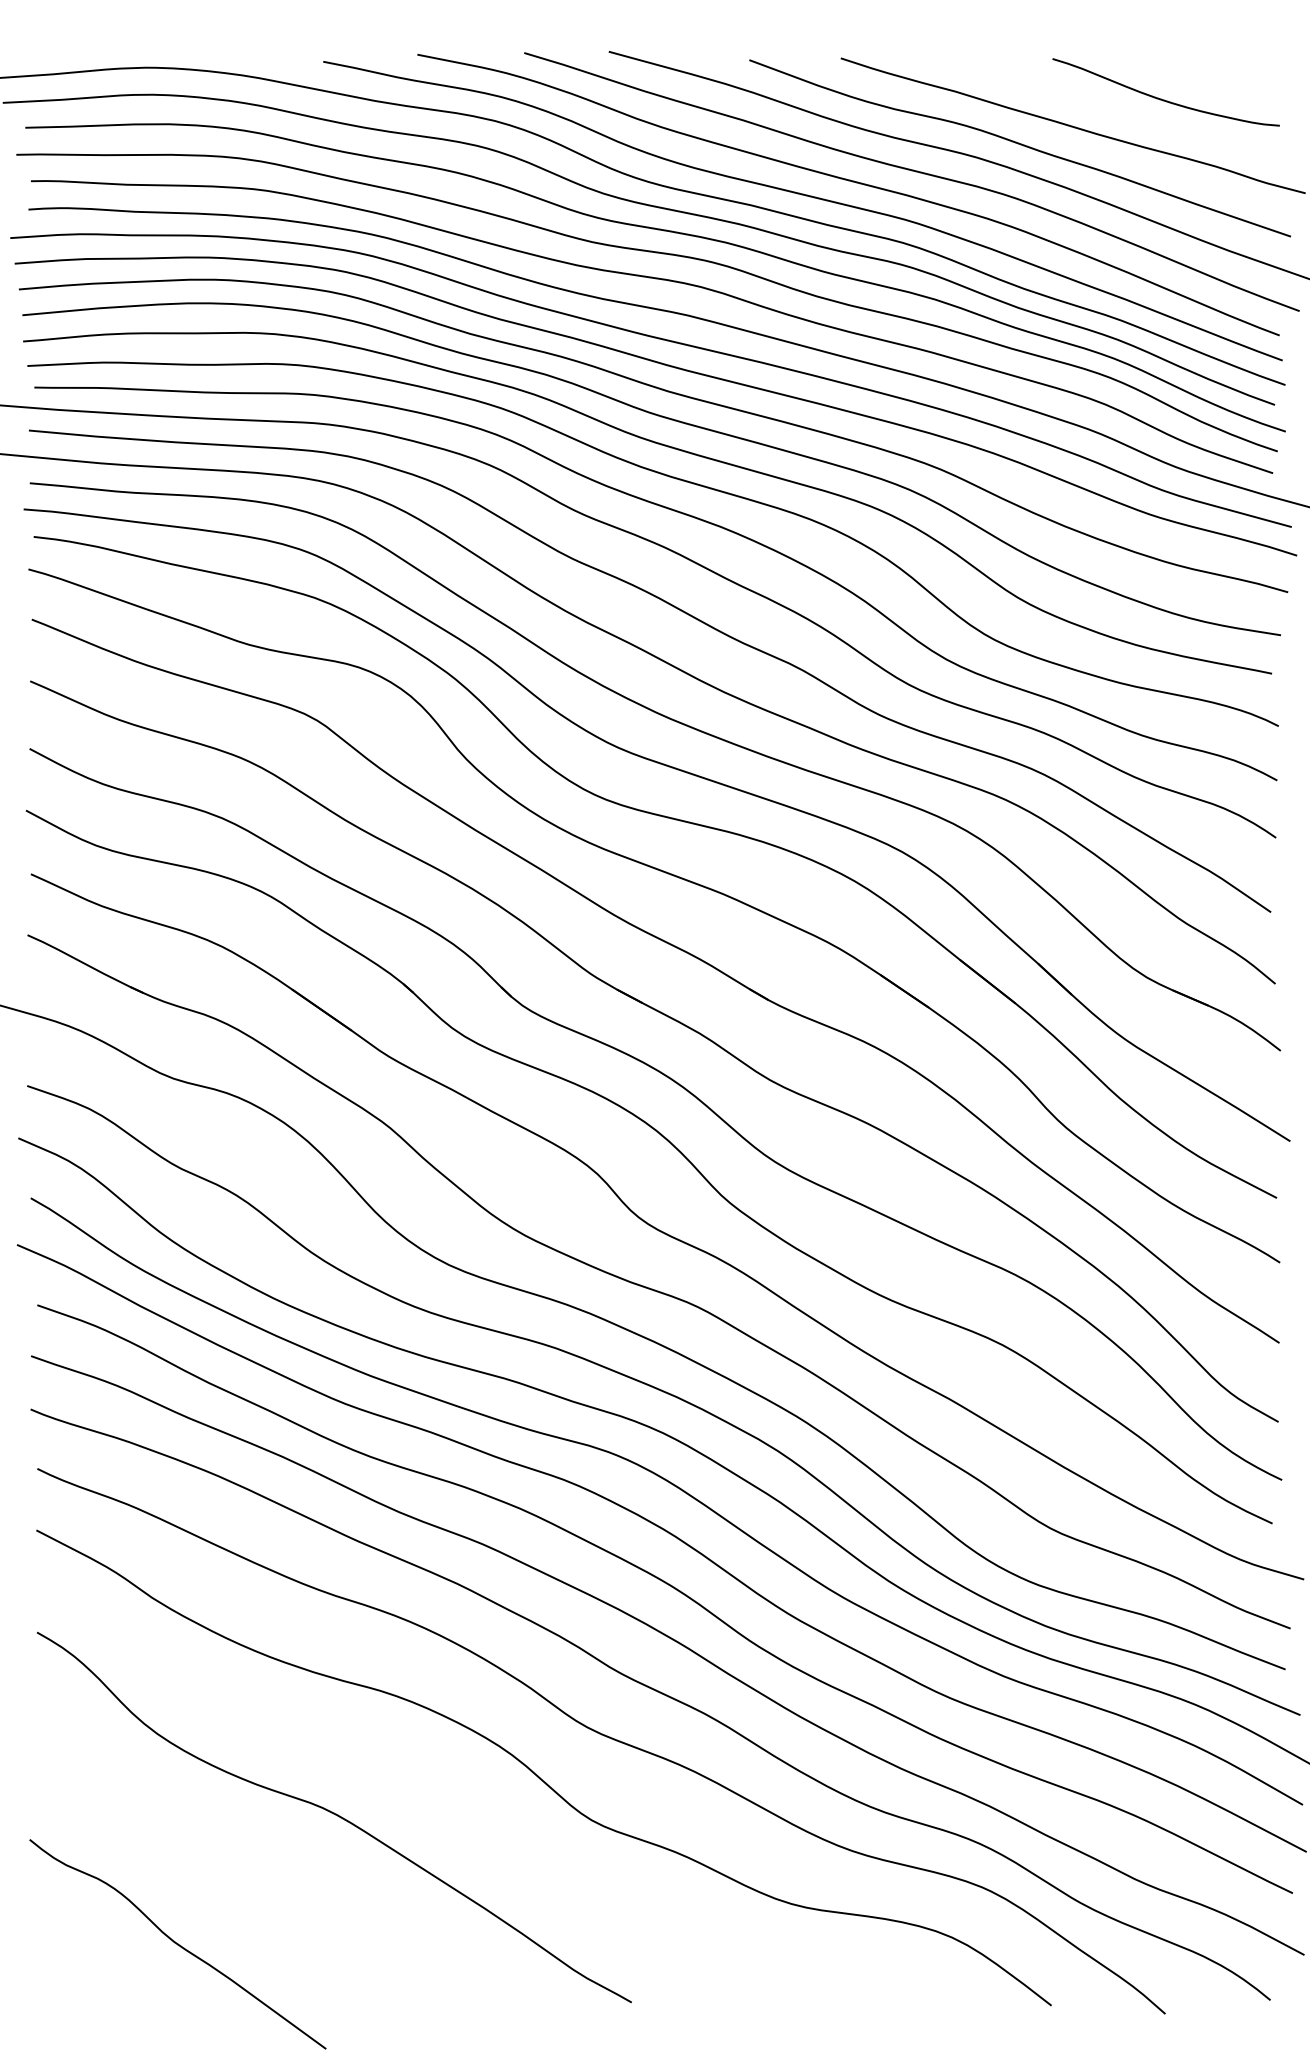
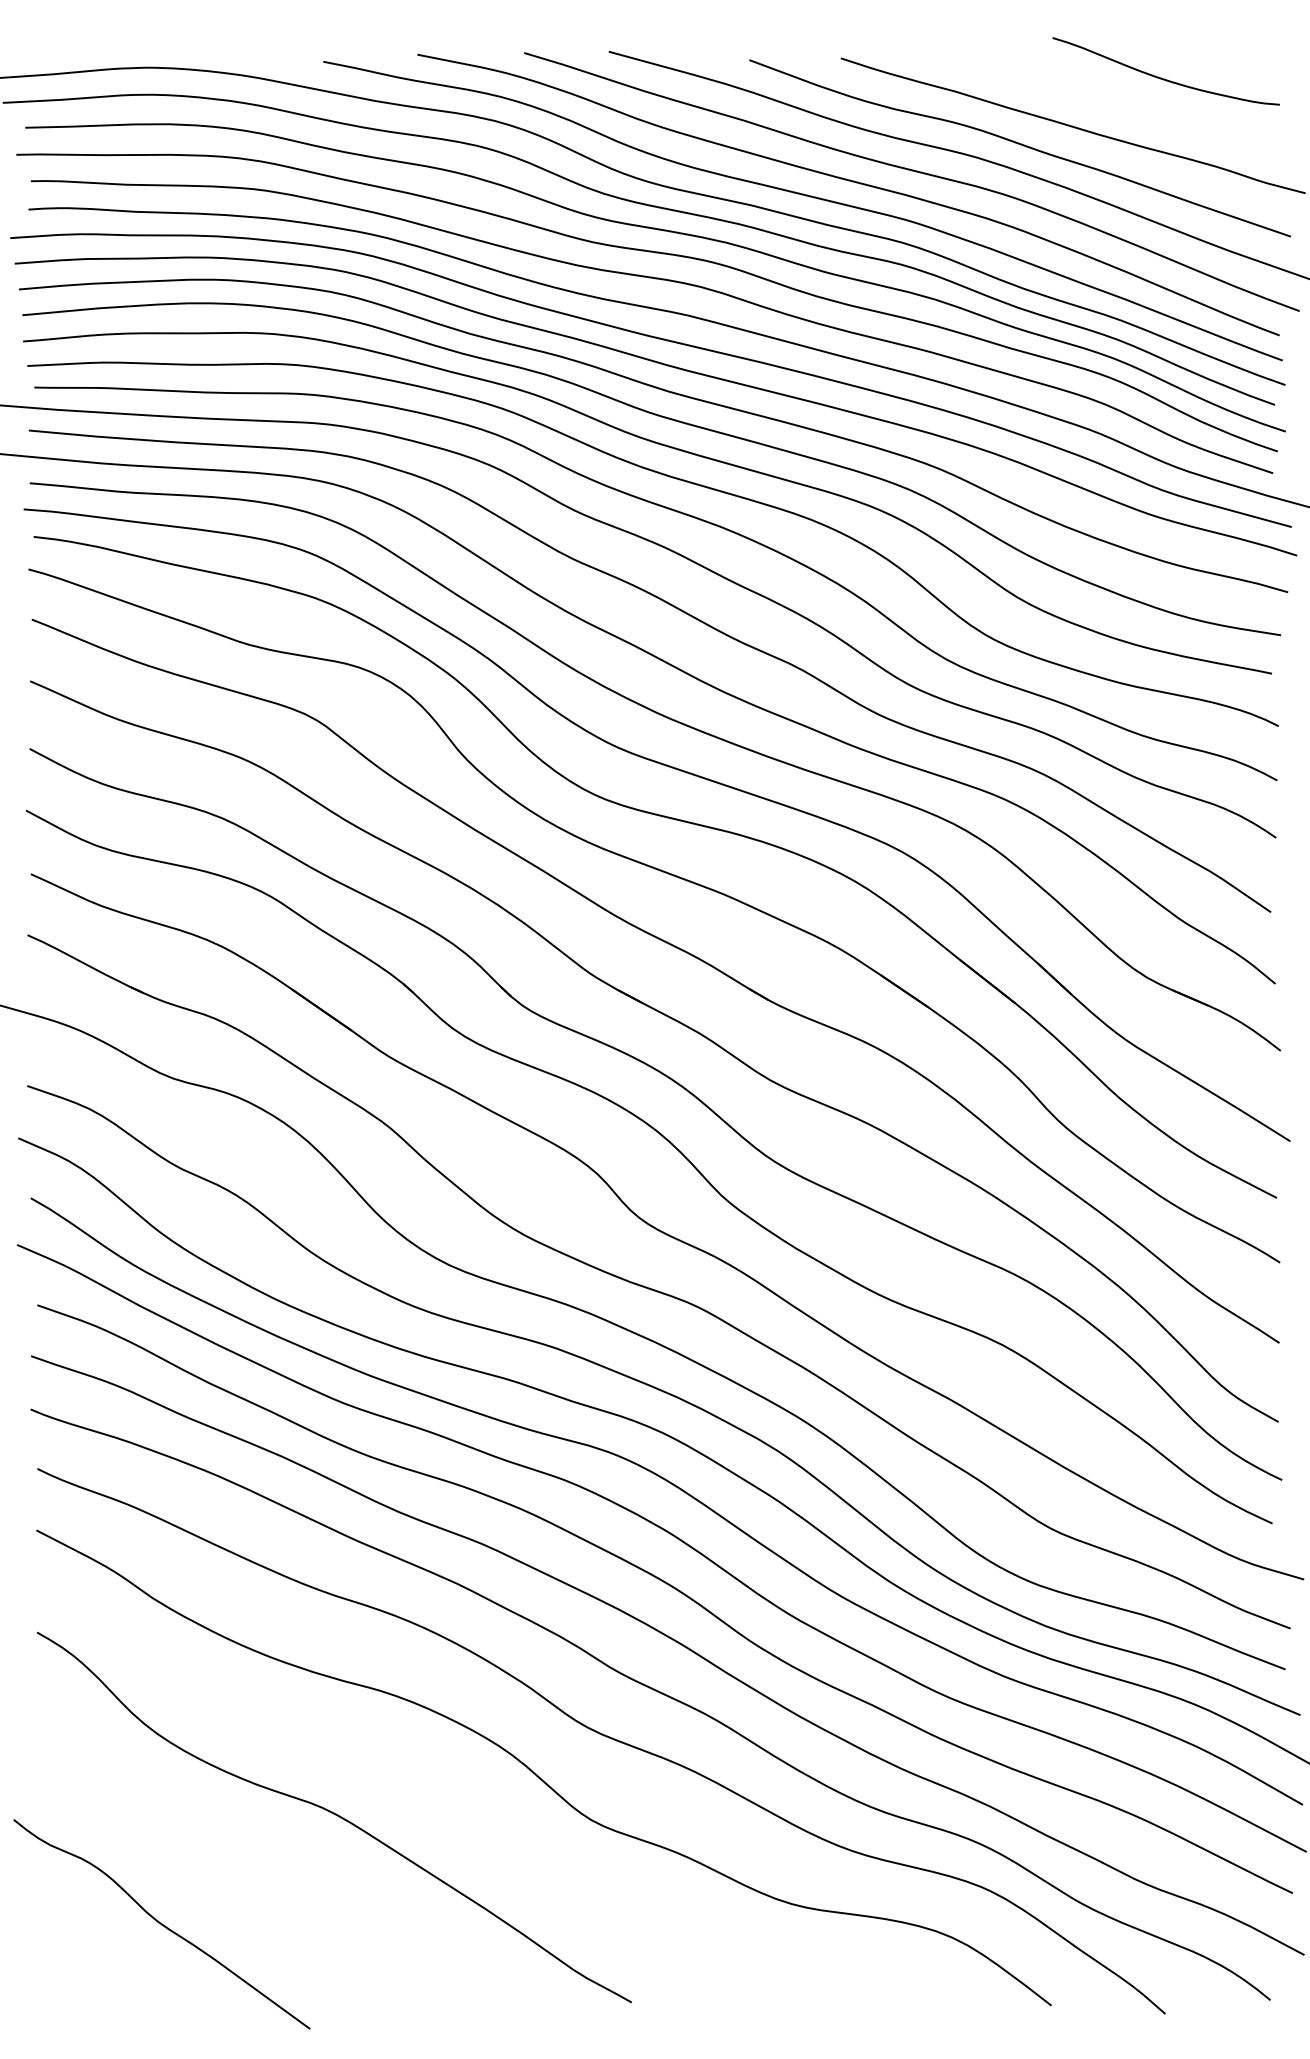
curve at (1164, 99) position: (1164, 99) -> (1164, 78)
curve at (177, 1944) position: (177, 1944) -> (161, 1924)
